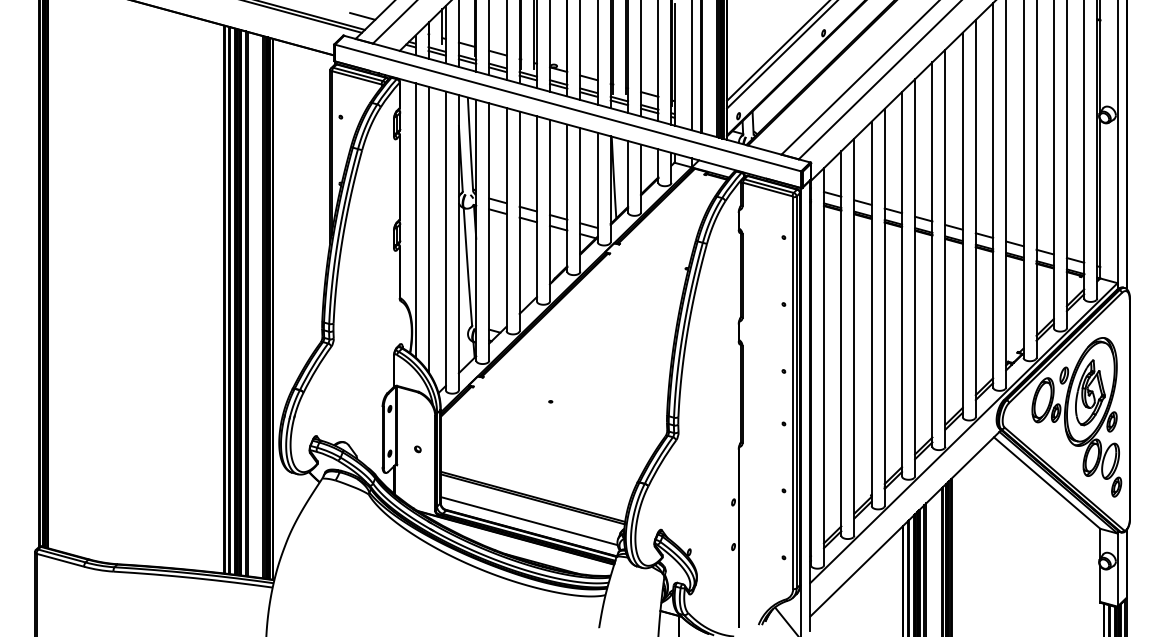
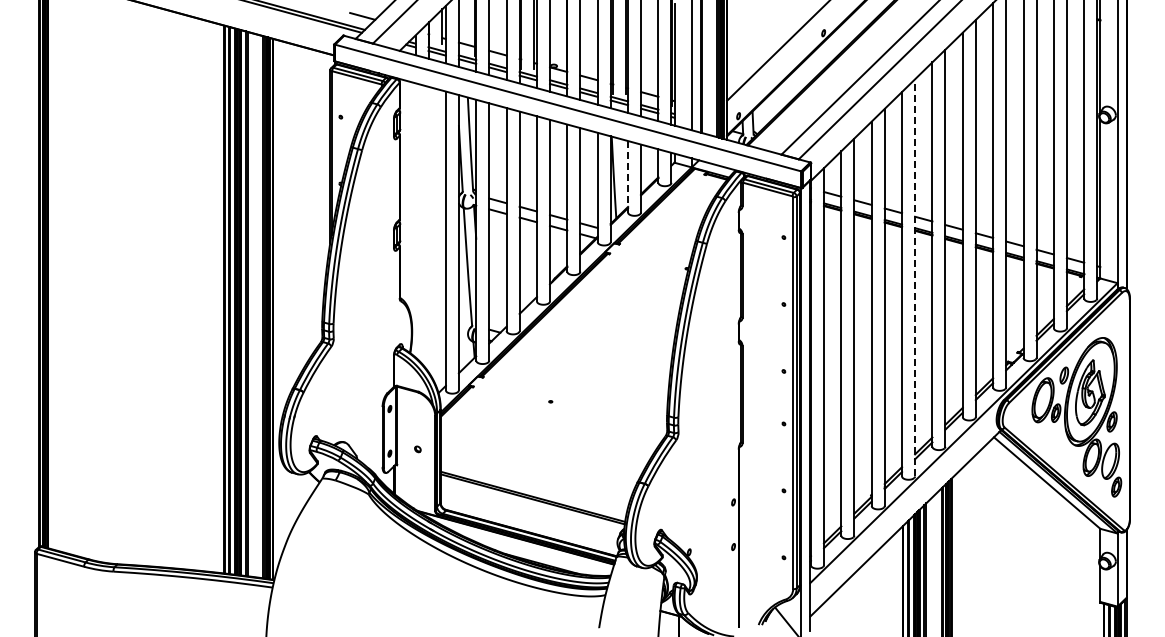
line at (781, 55): present -> none
line at (628, 176): solid -> dashed
line at (415, 220): present -> none
line at (428, 229): present -> none
line at (915, 277): solid -> dashed
line at (528, 521): present -> none
